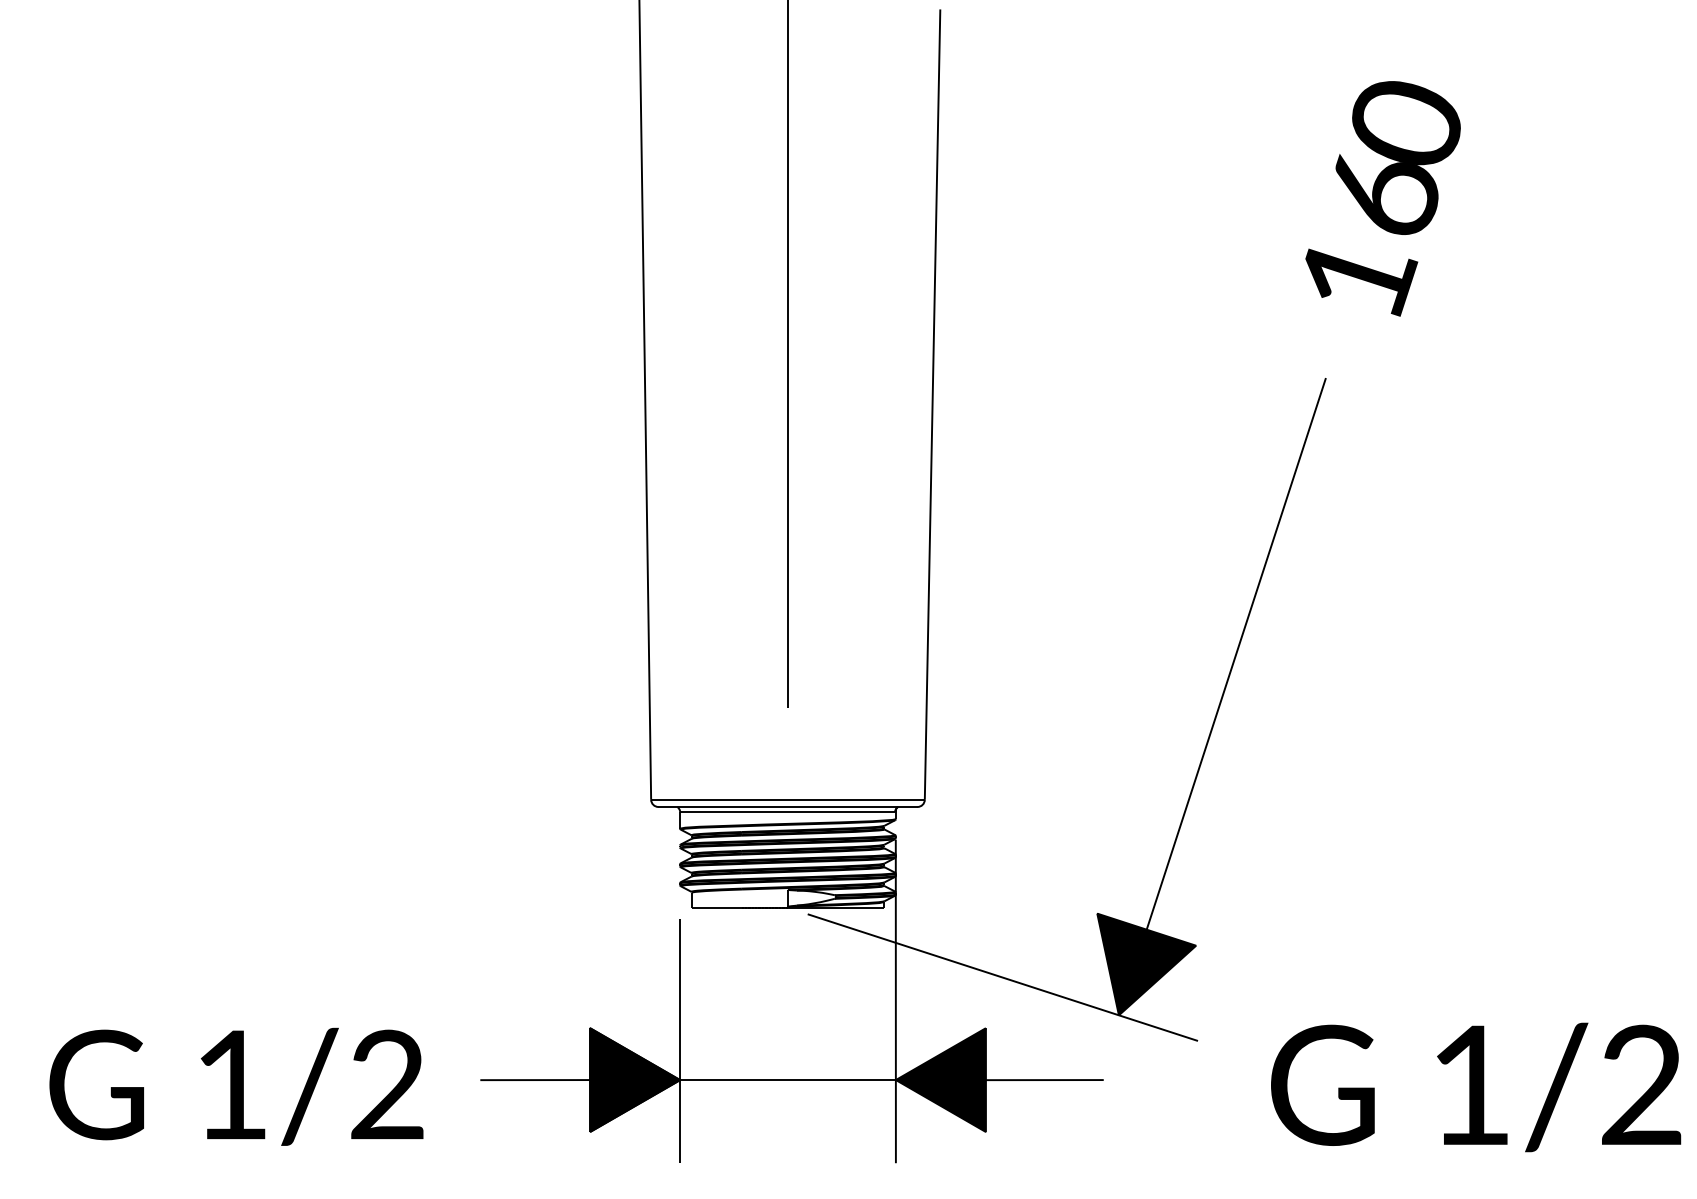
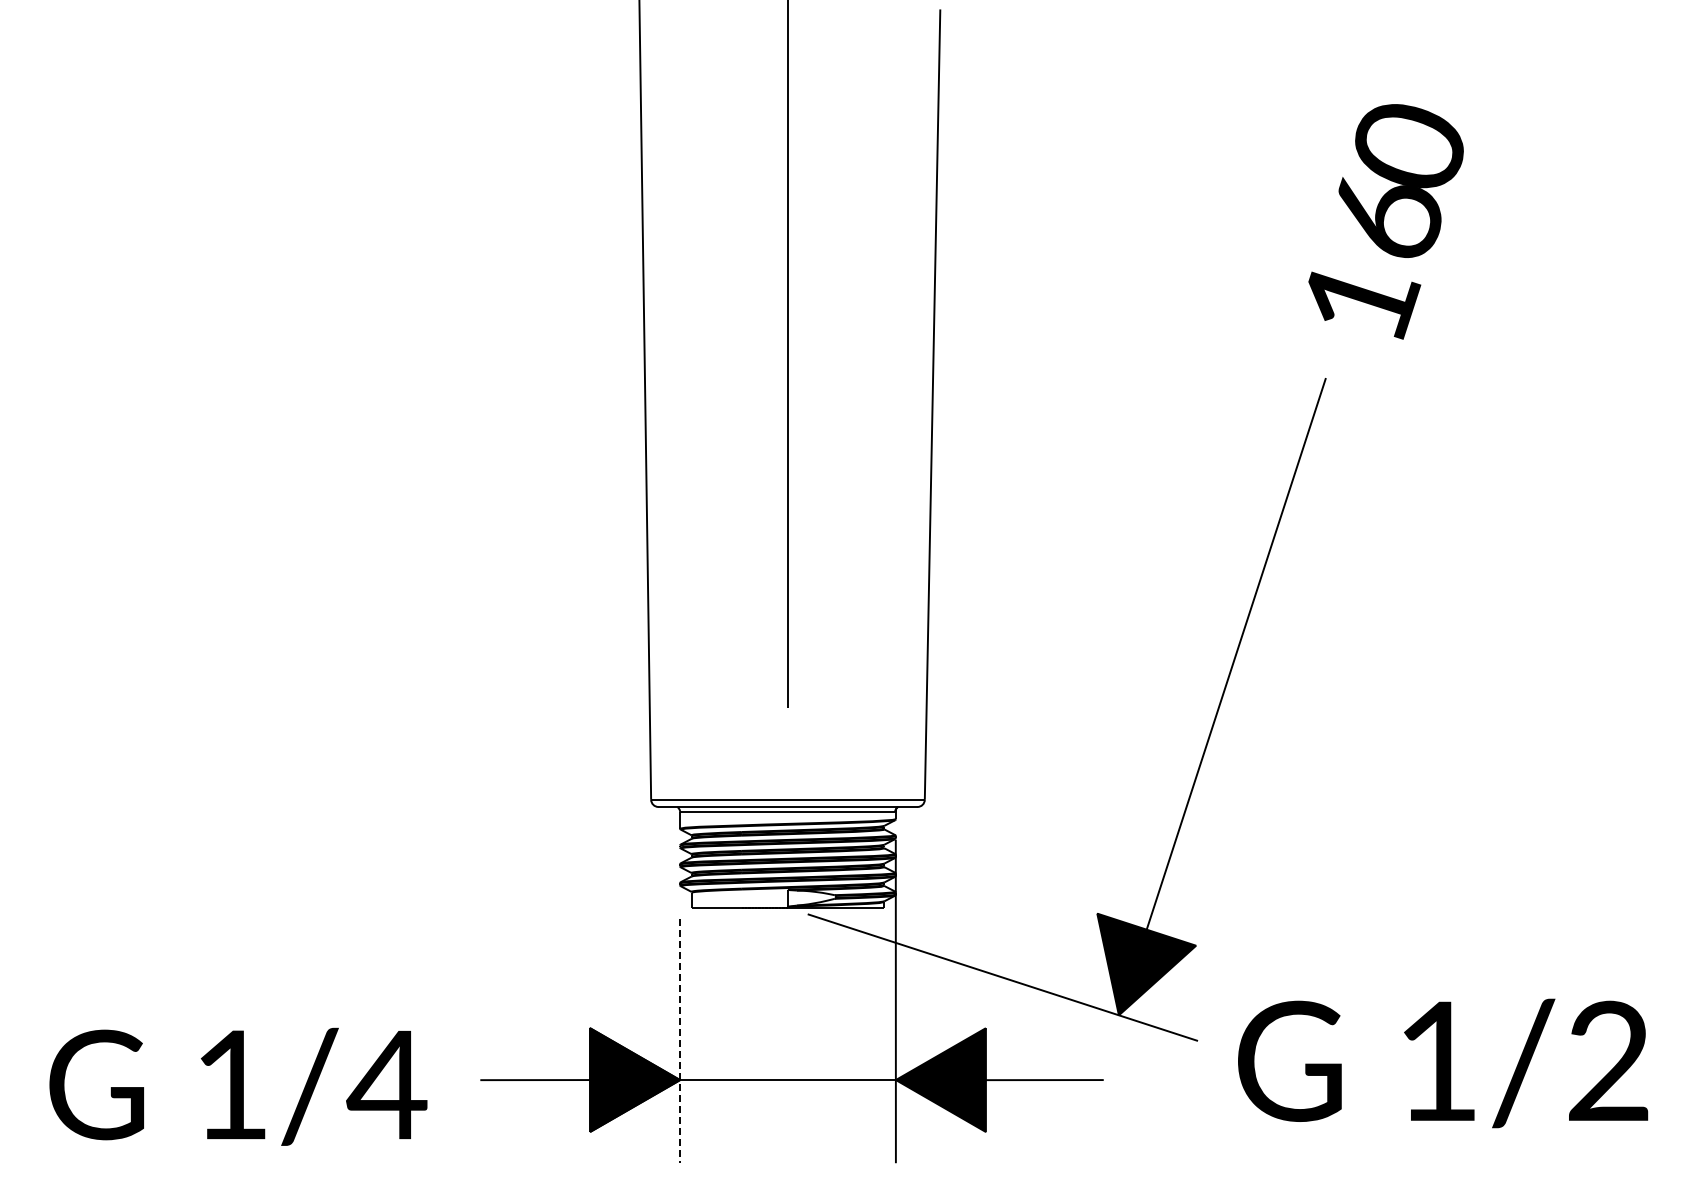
text at (1382, 198) position: (1382, 198) -> (1385, 221)
line at (680, 1041): solid -> dashed
text at (386, 1084): 1/2 -> 1/4
text at (1476, 1087) position: (1476, 1087) -> (1443, 1063)
